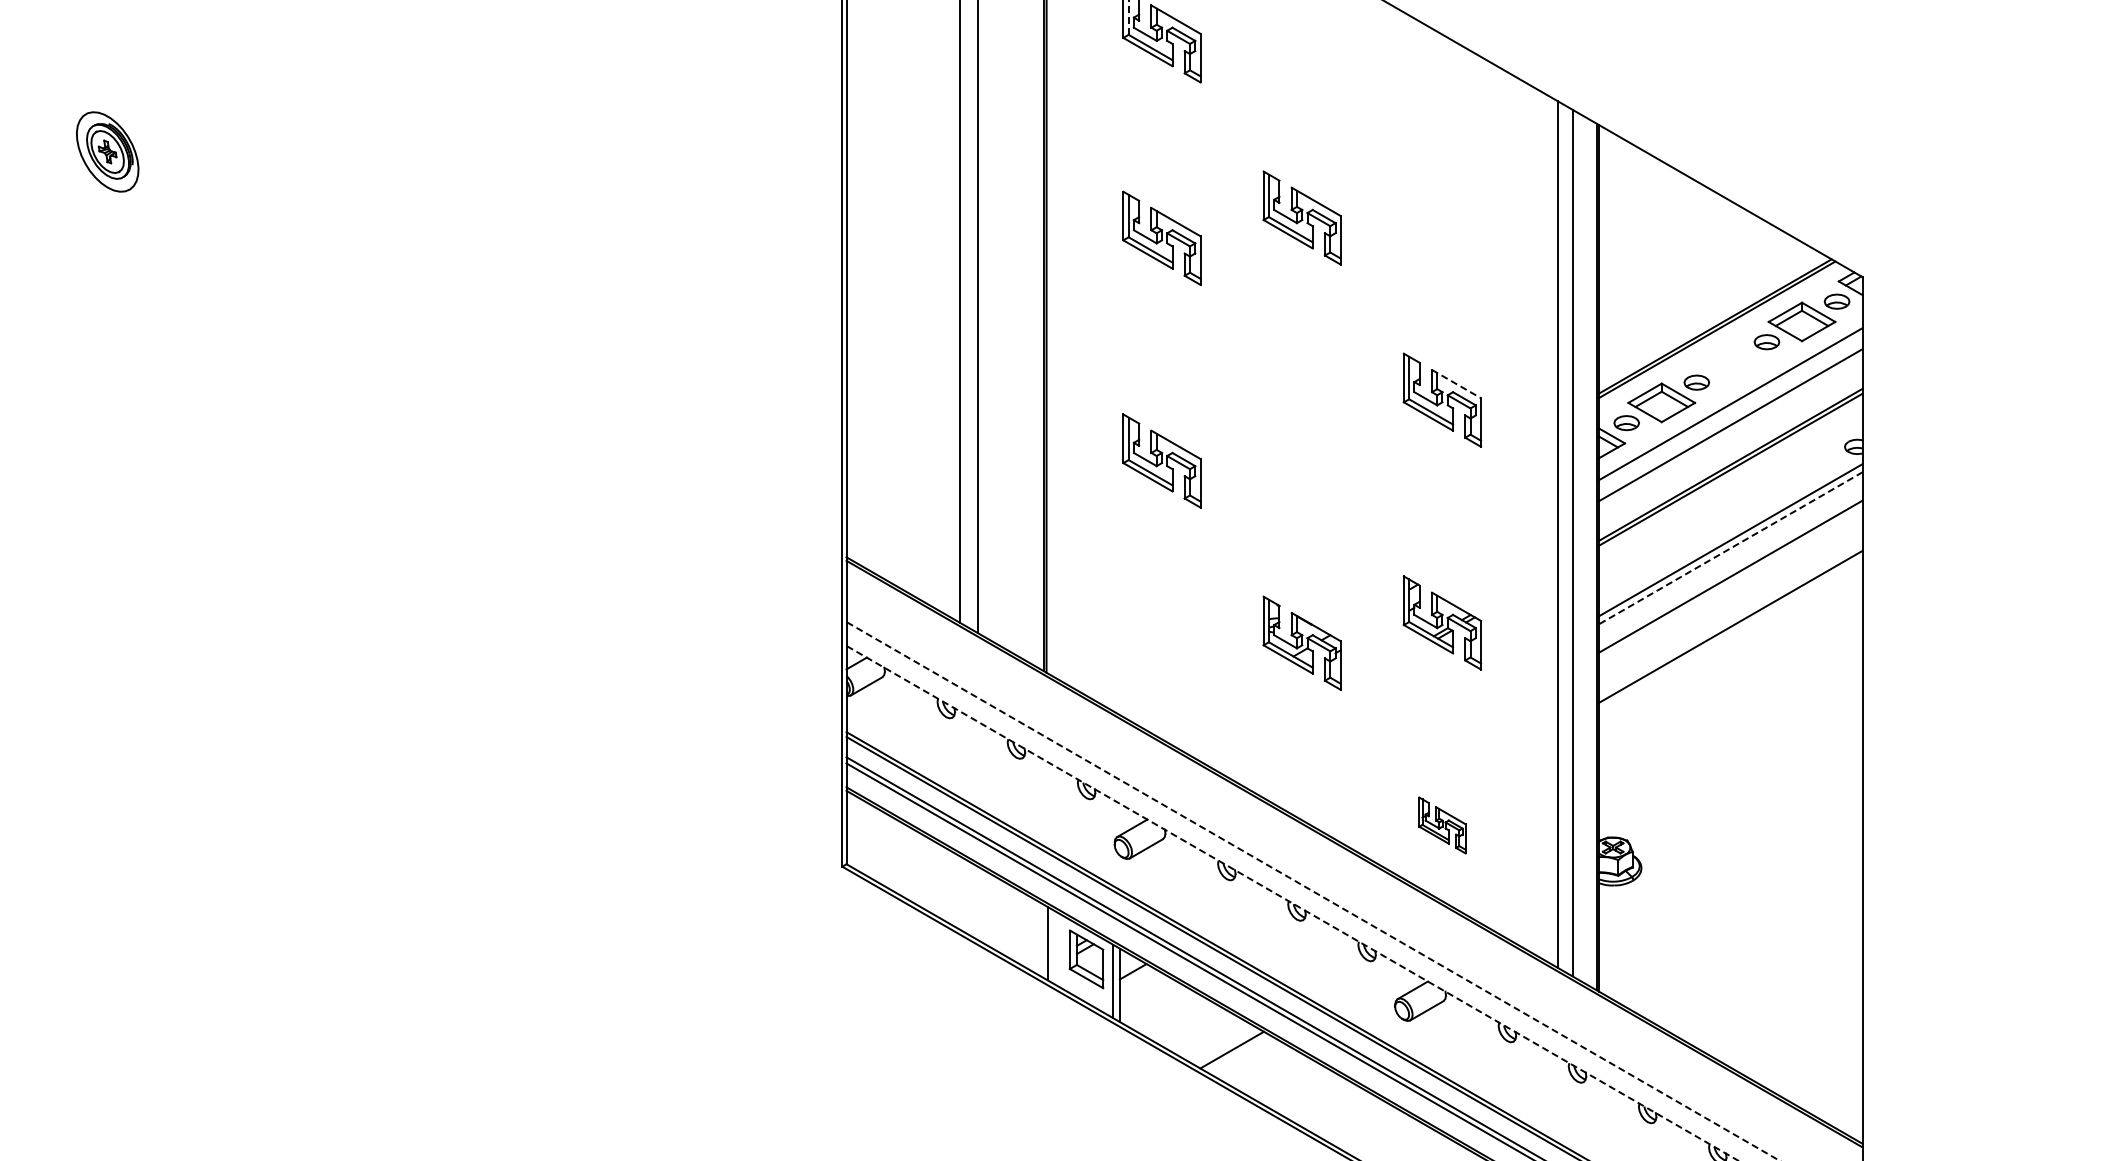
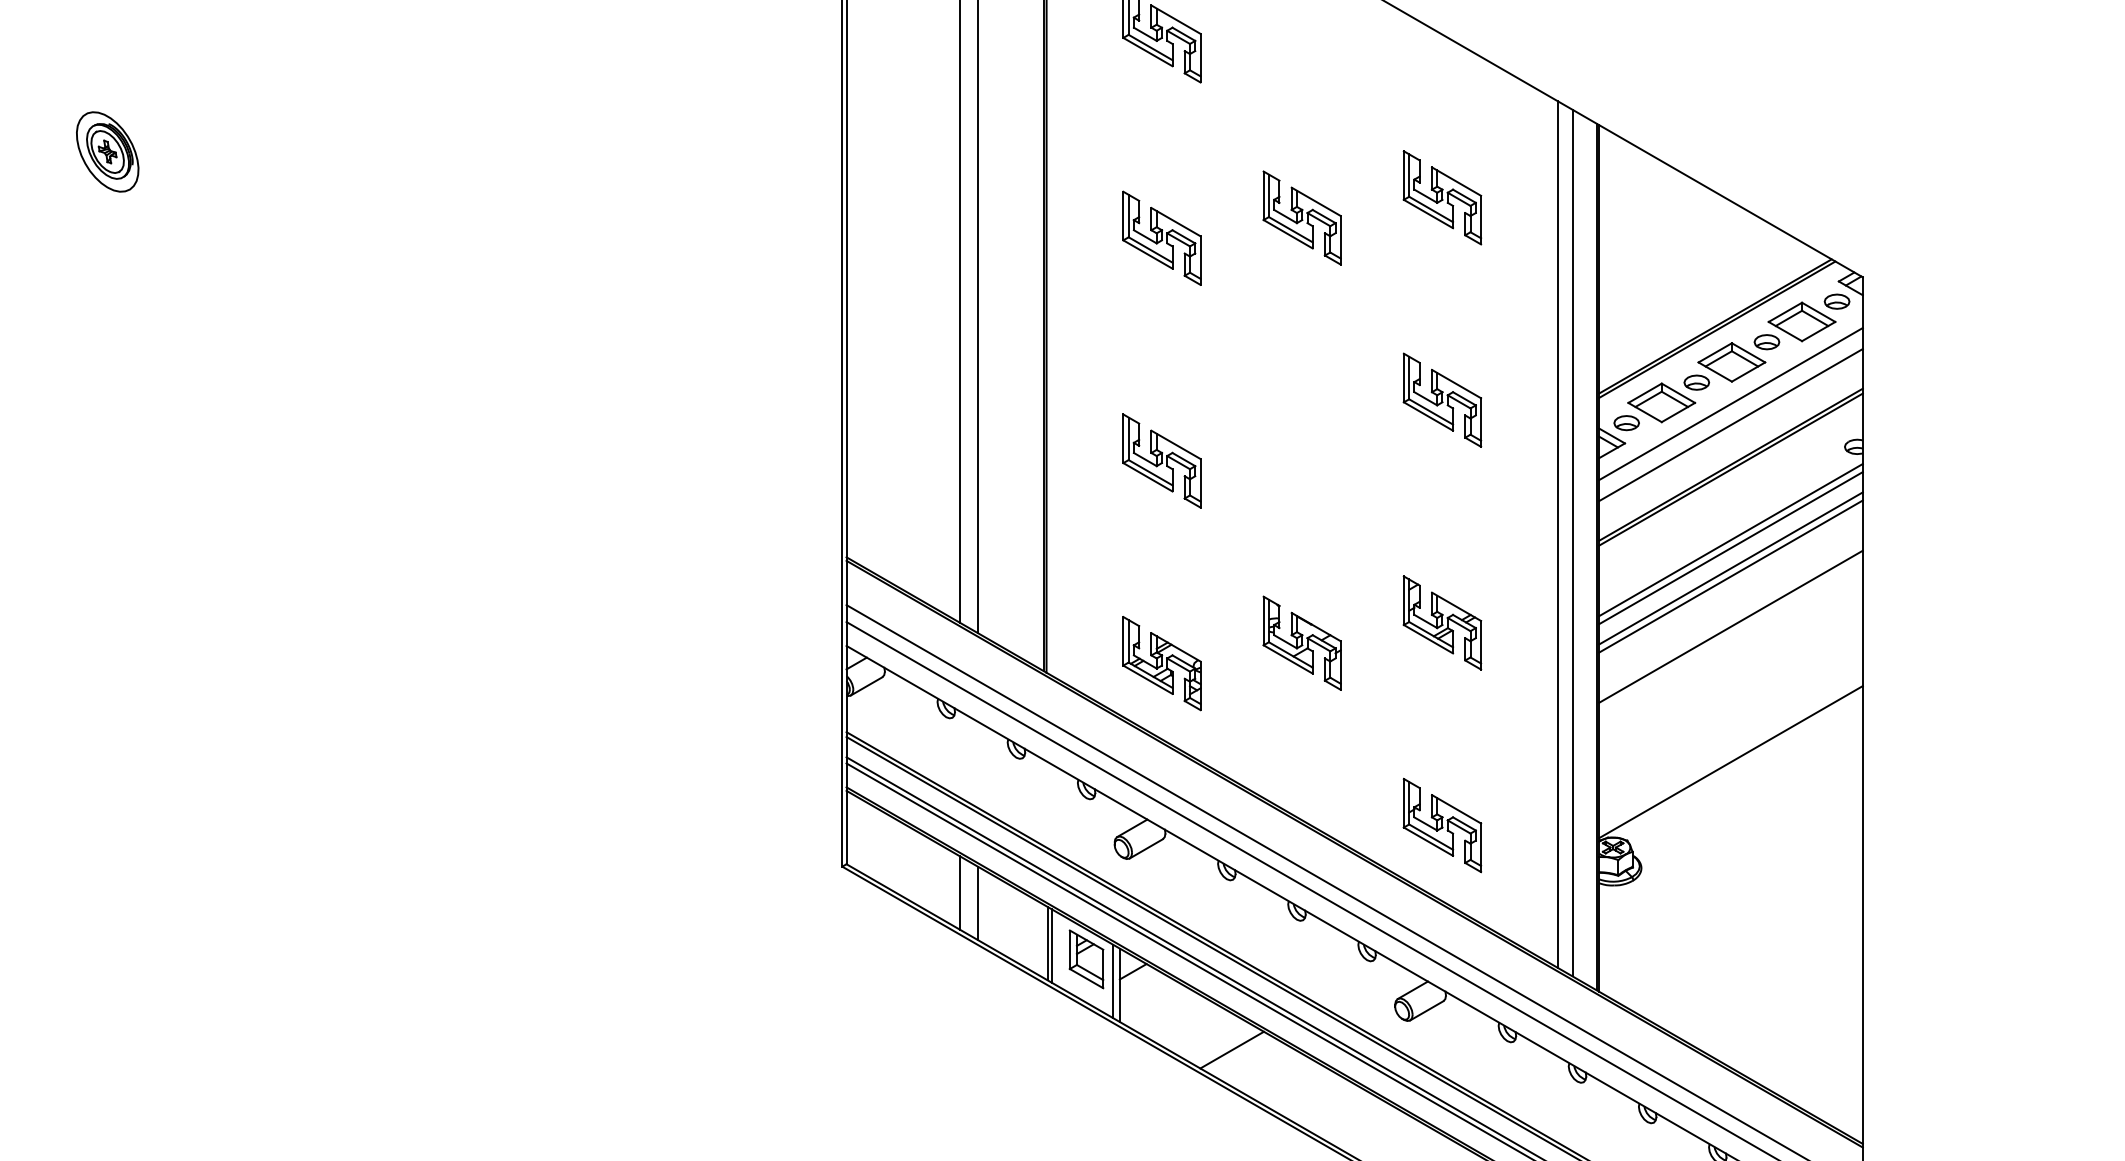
line at (1128, 17): dashed -> solid
part at (1442, 197): none -> present
part at (1731, 362): none -> present
line at (1456, 384): dashed -> solid
line at (1731, 547): dashed -> solid
line at (1730, 568): none -> present
part at (1161, 663): none -> present
line at (1730, 762): none -> present
part at (1442, 825) size: 49x59 px -> 81x97 px
line at (1324, 881): none -> present
line at (1313, 891): dashed -> solid
line at (959, 892): none -> present
line at (978, 903): none -> present
line at (1292, 903): dashed -> solid
line at (1051, 945): none -> present
